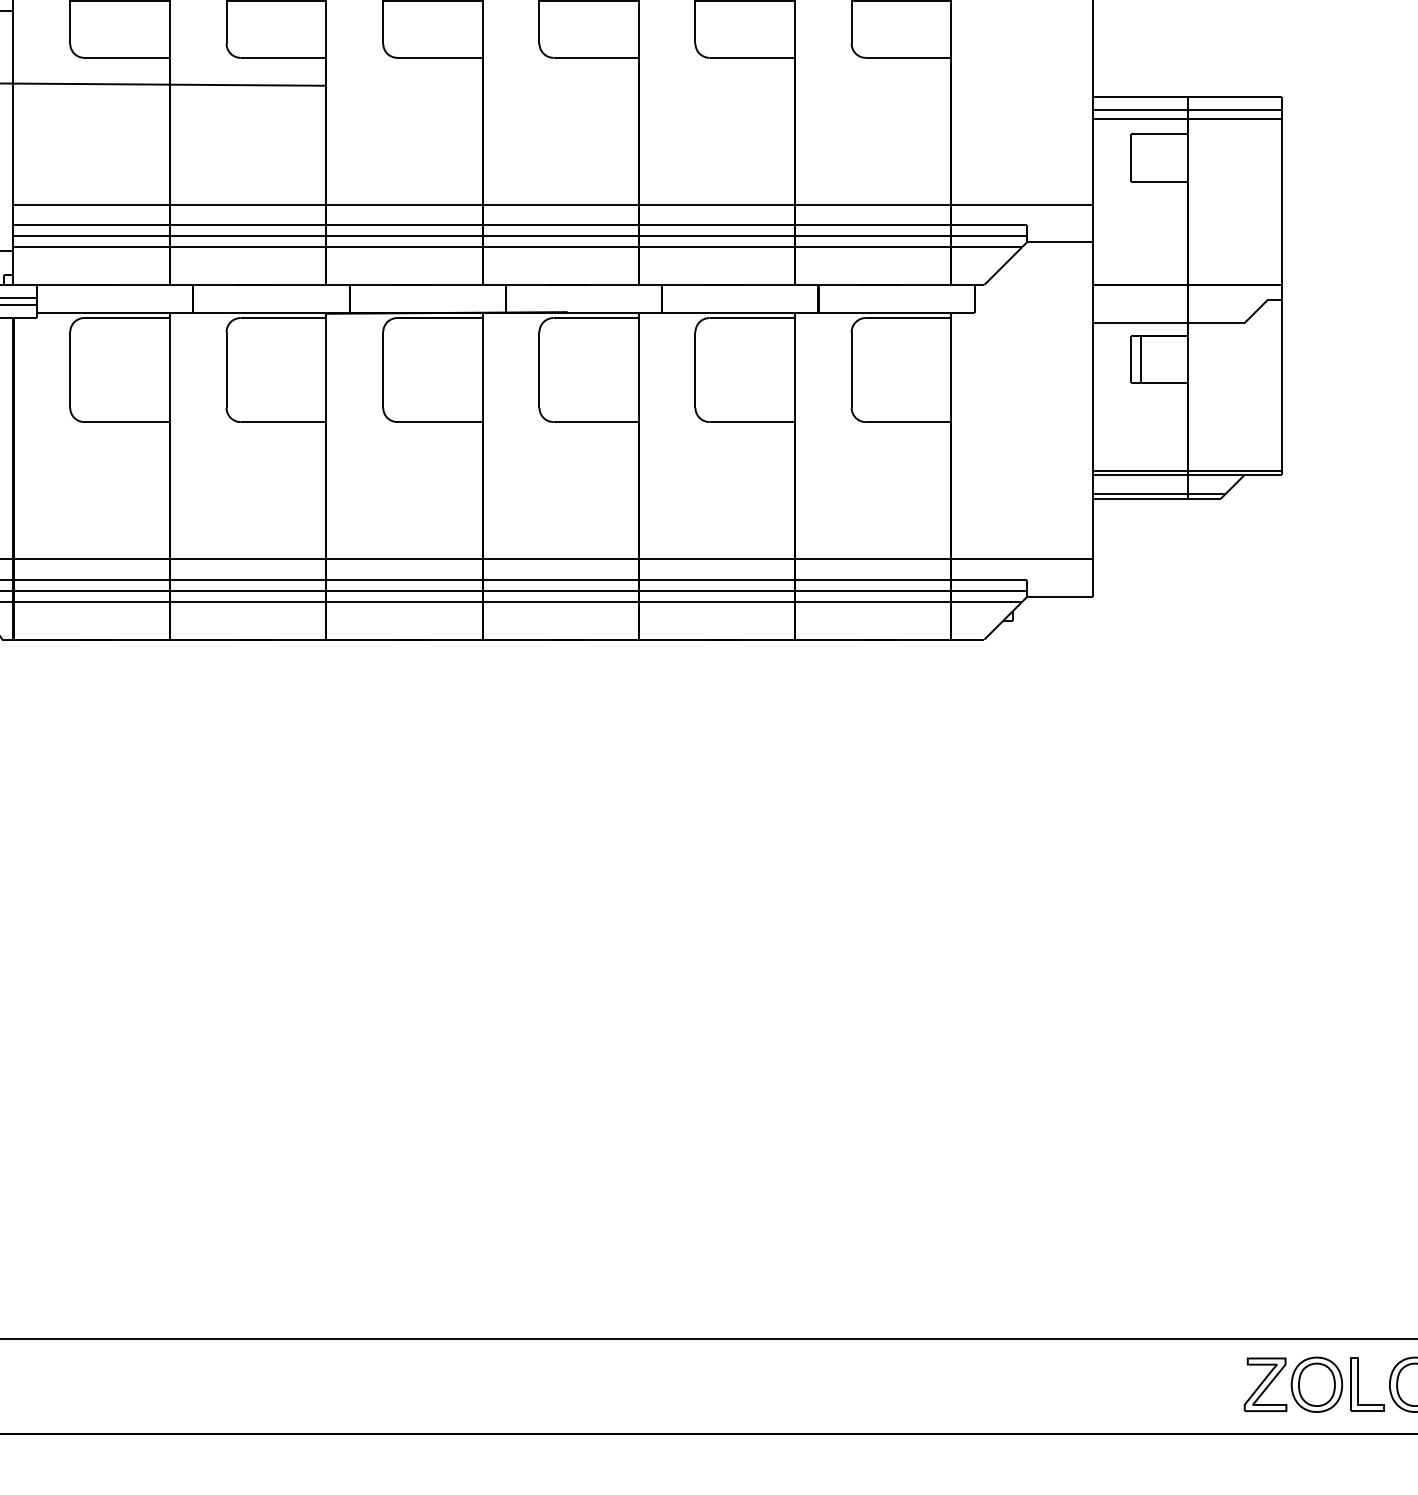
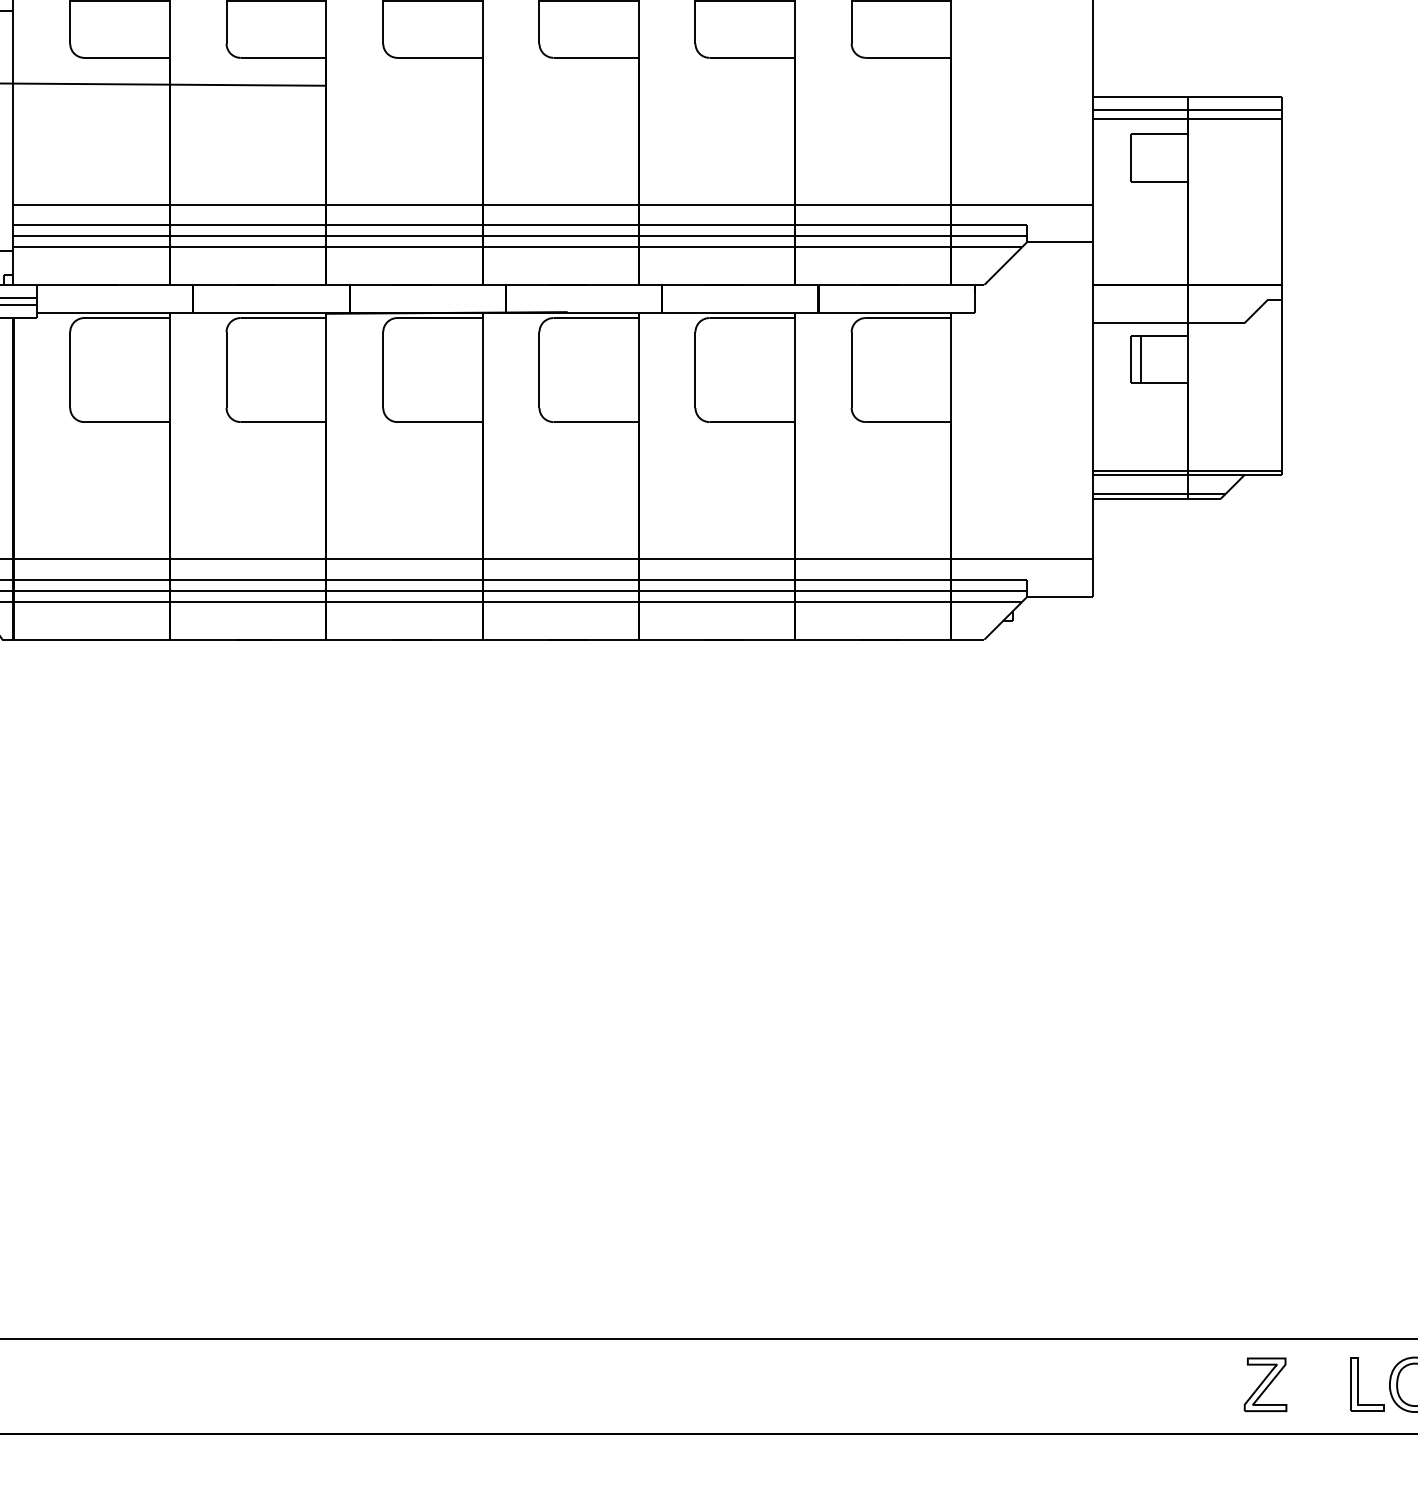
part at (1316, 1384): present -> none
